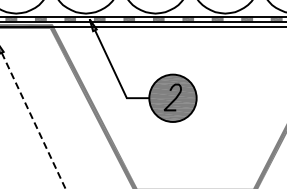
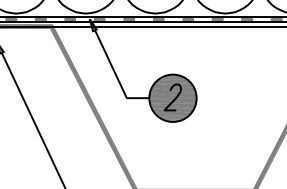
line at (33, 121): dashed -> solid
